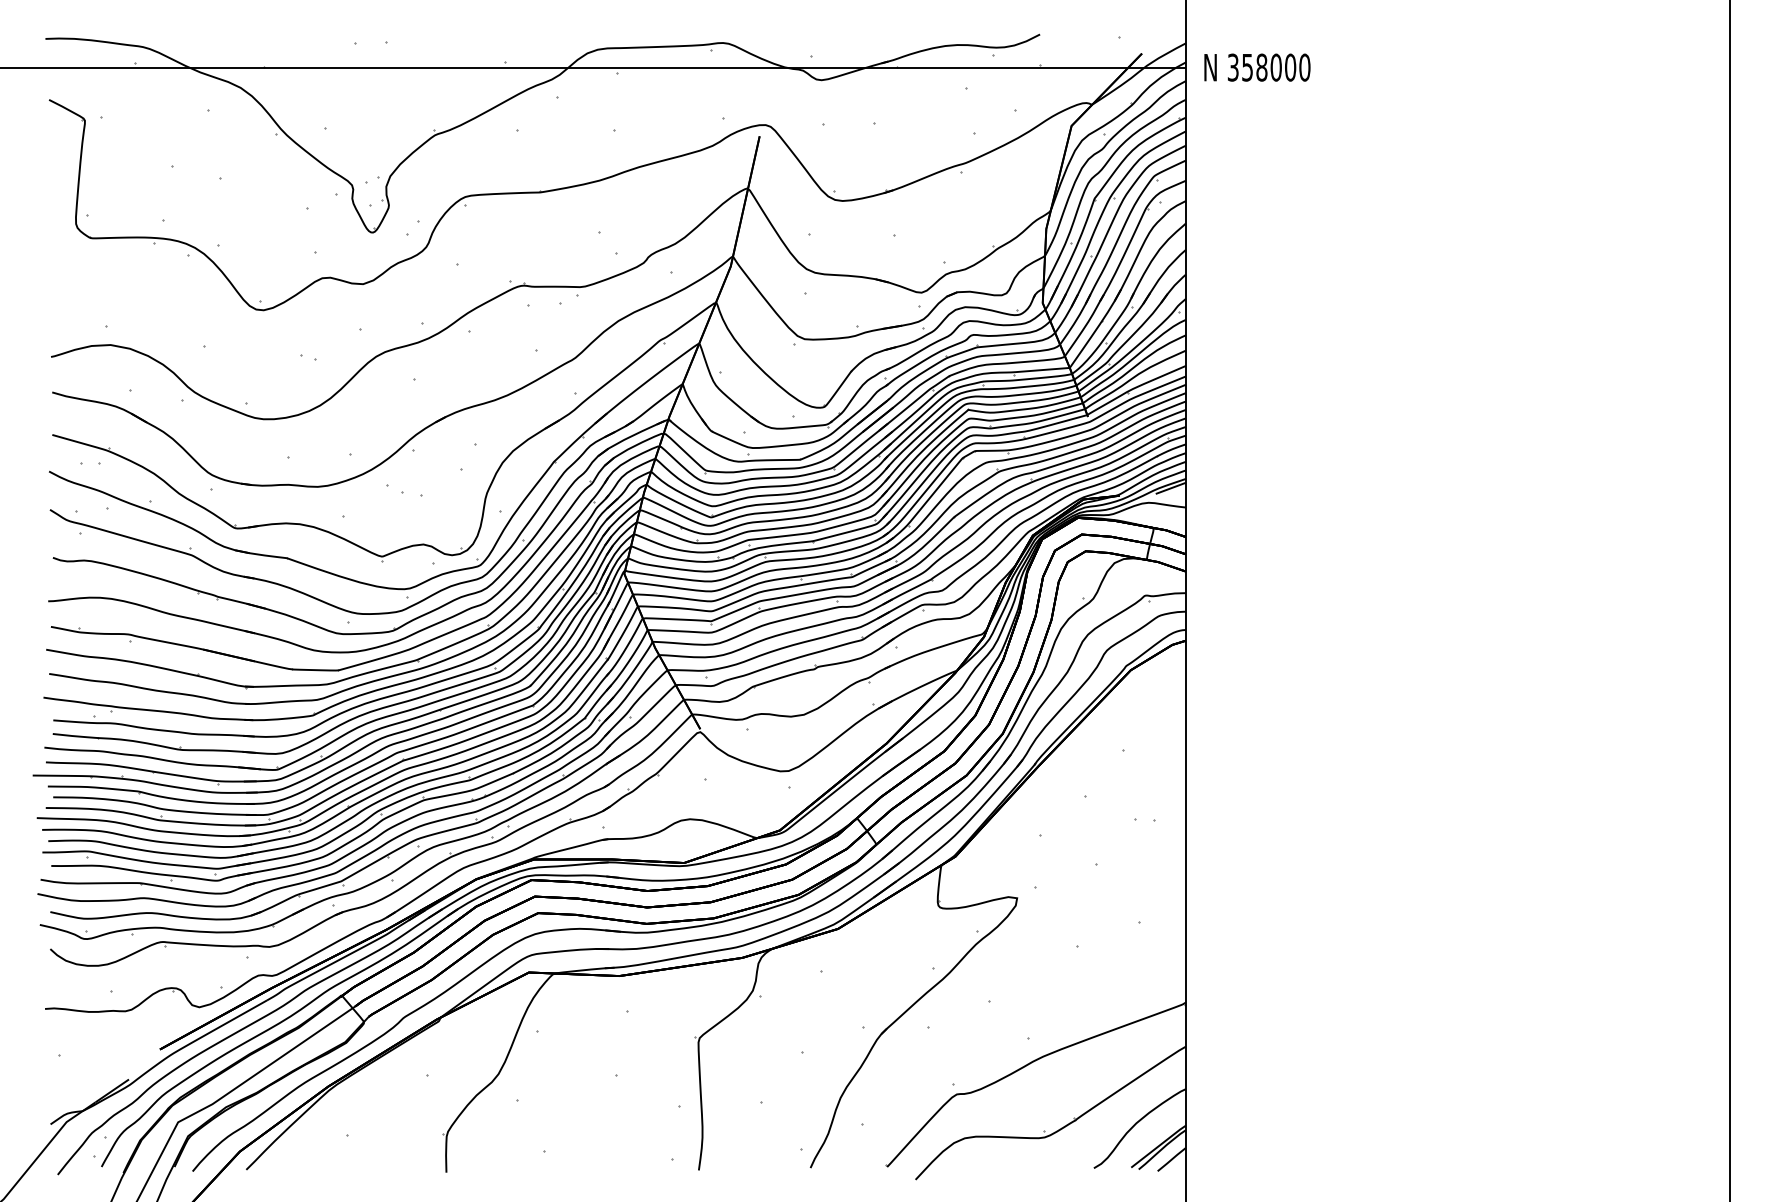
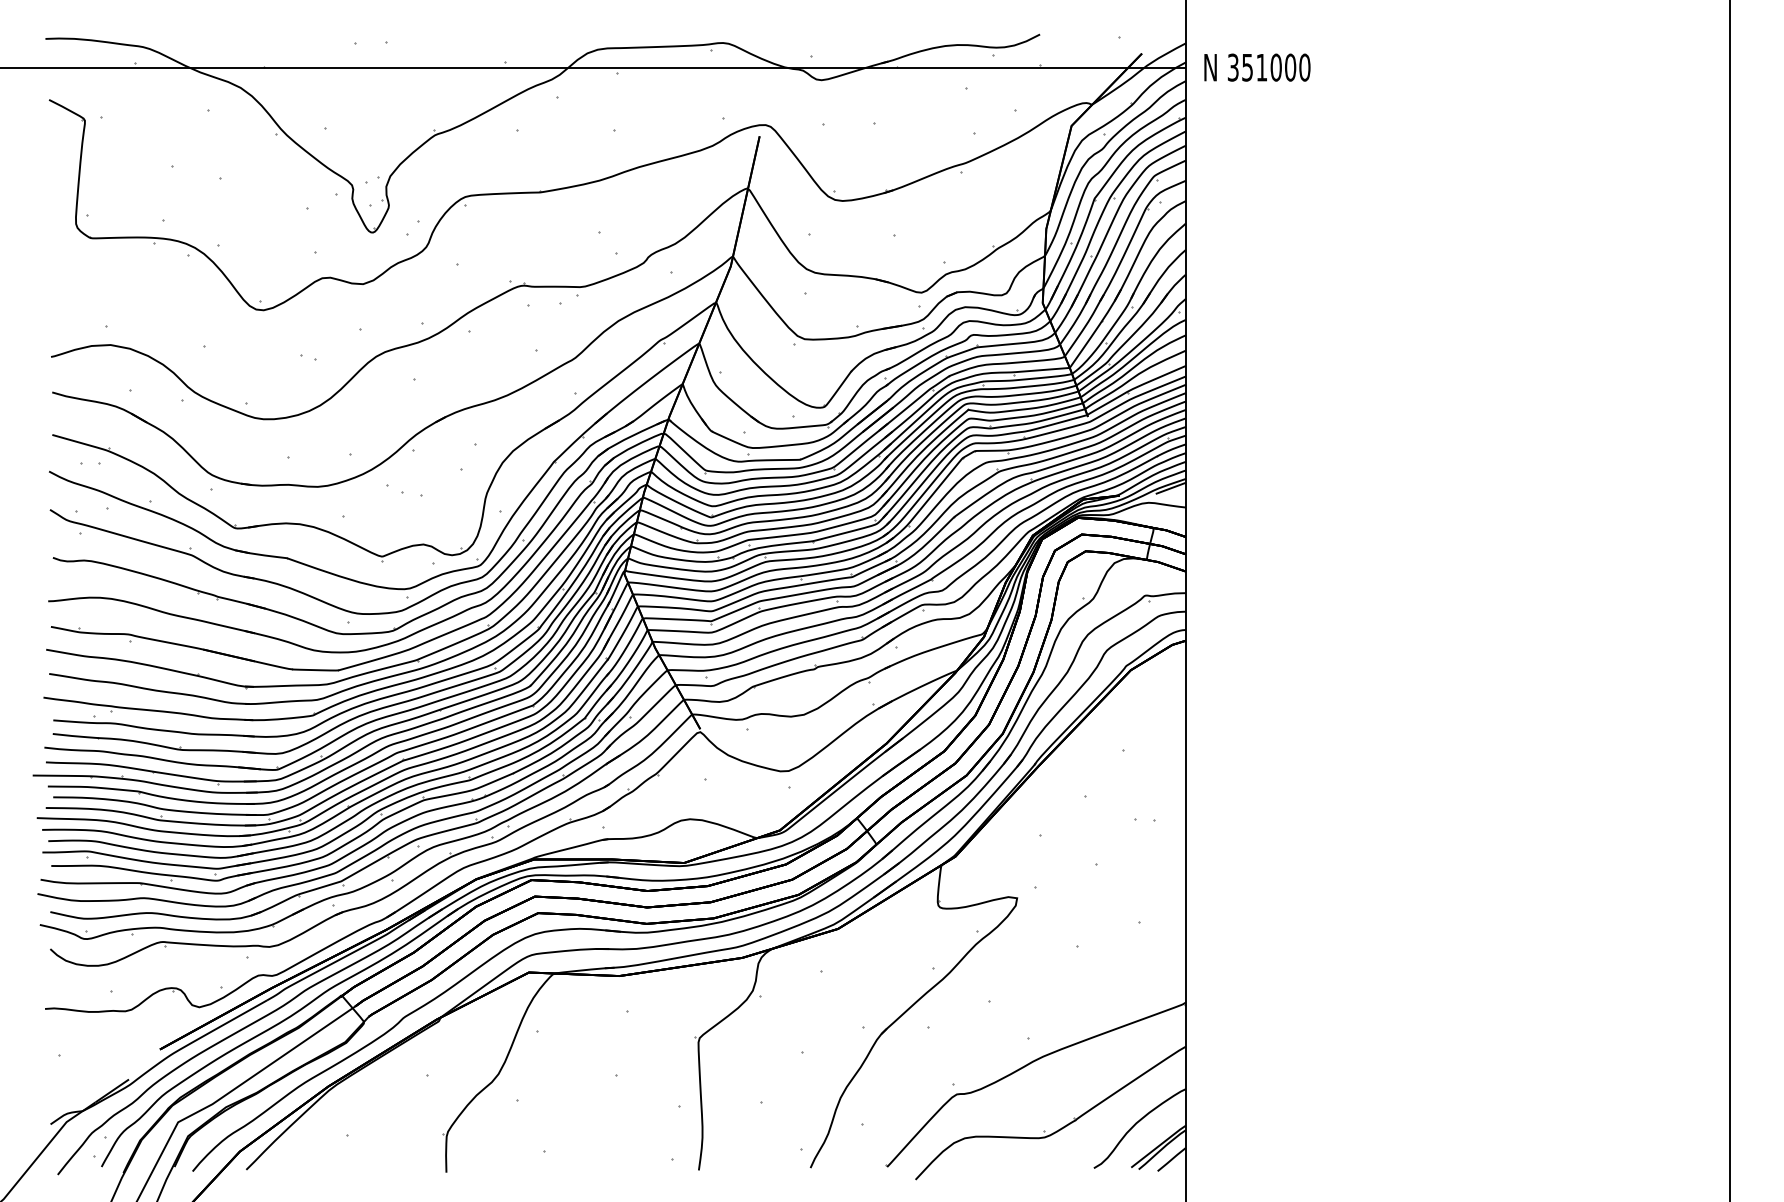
text at (1261, 67): 358000 -> 351000
